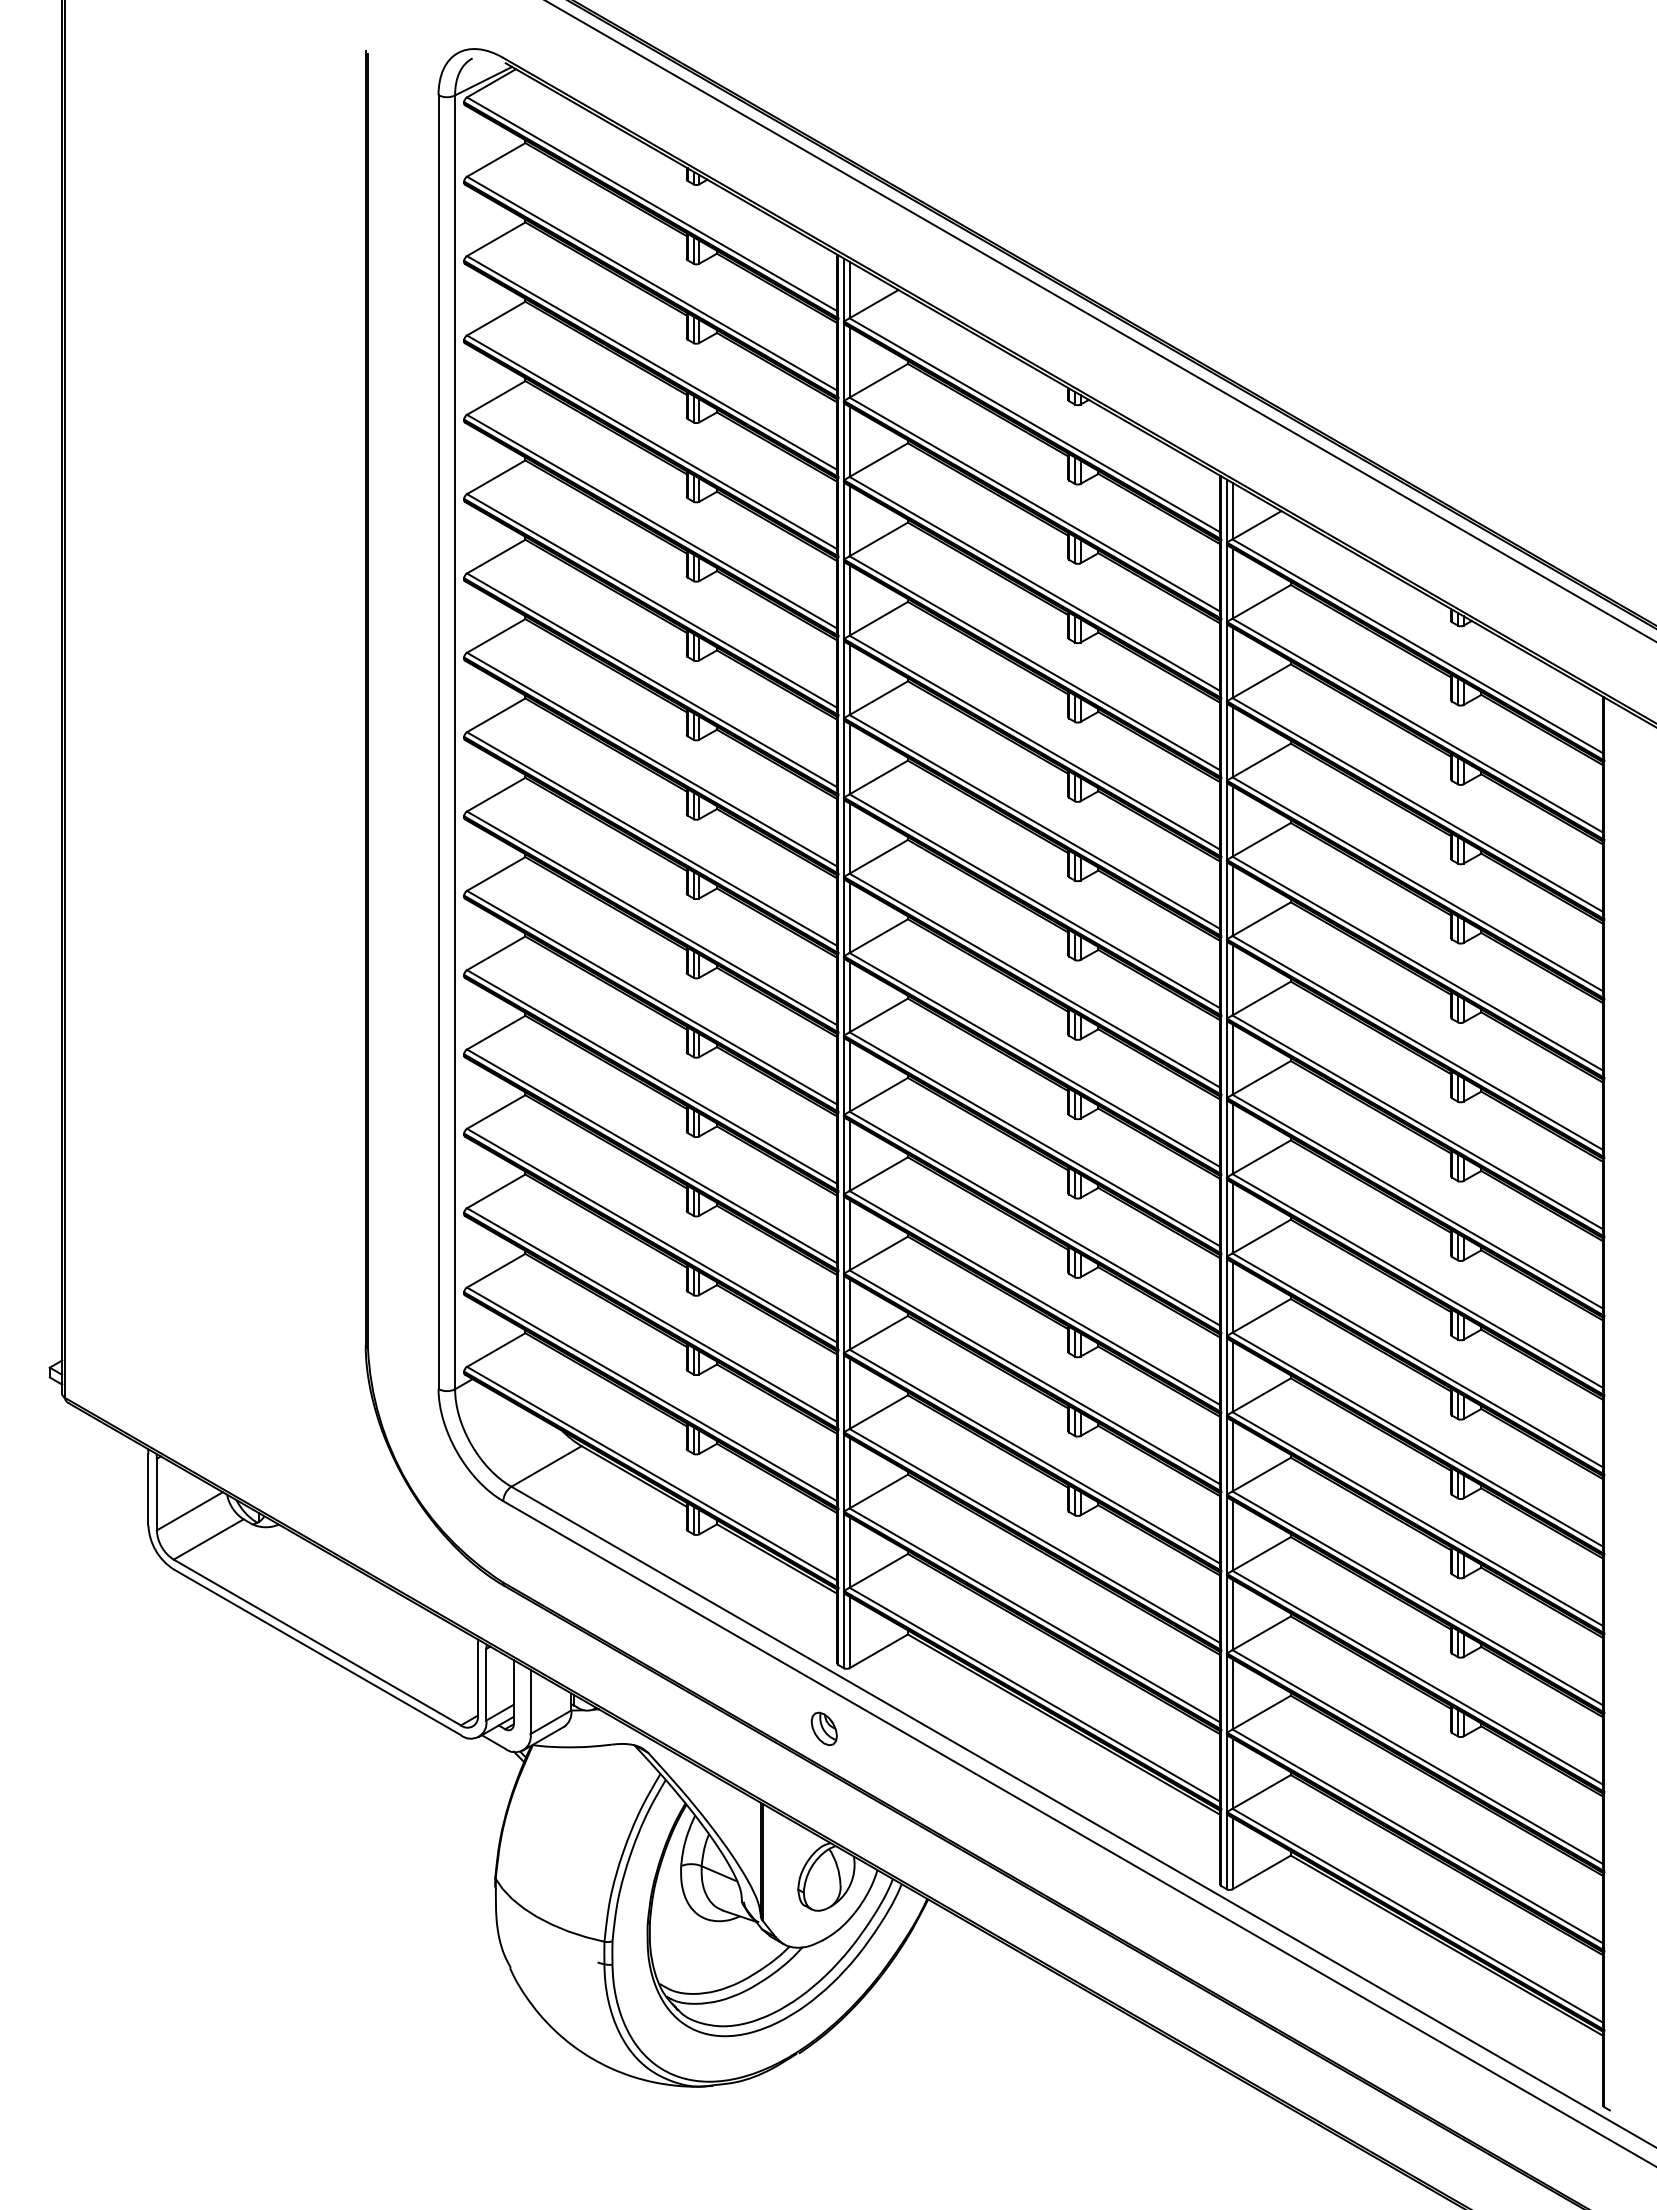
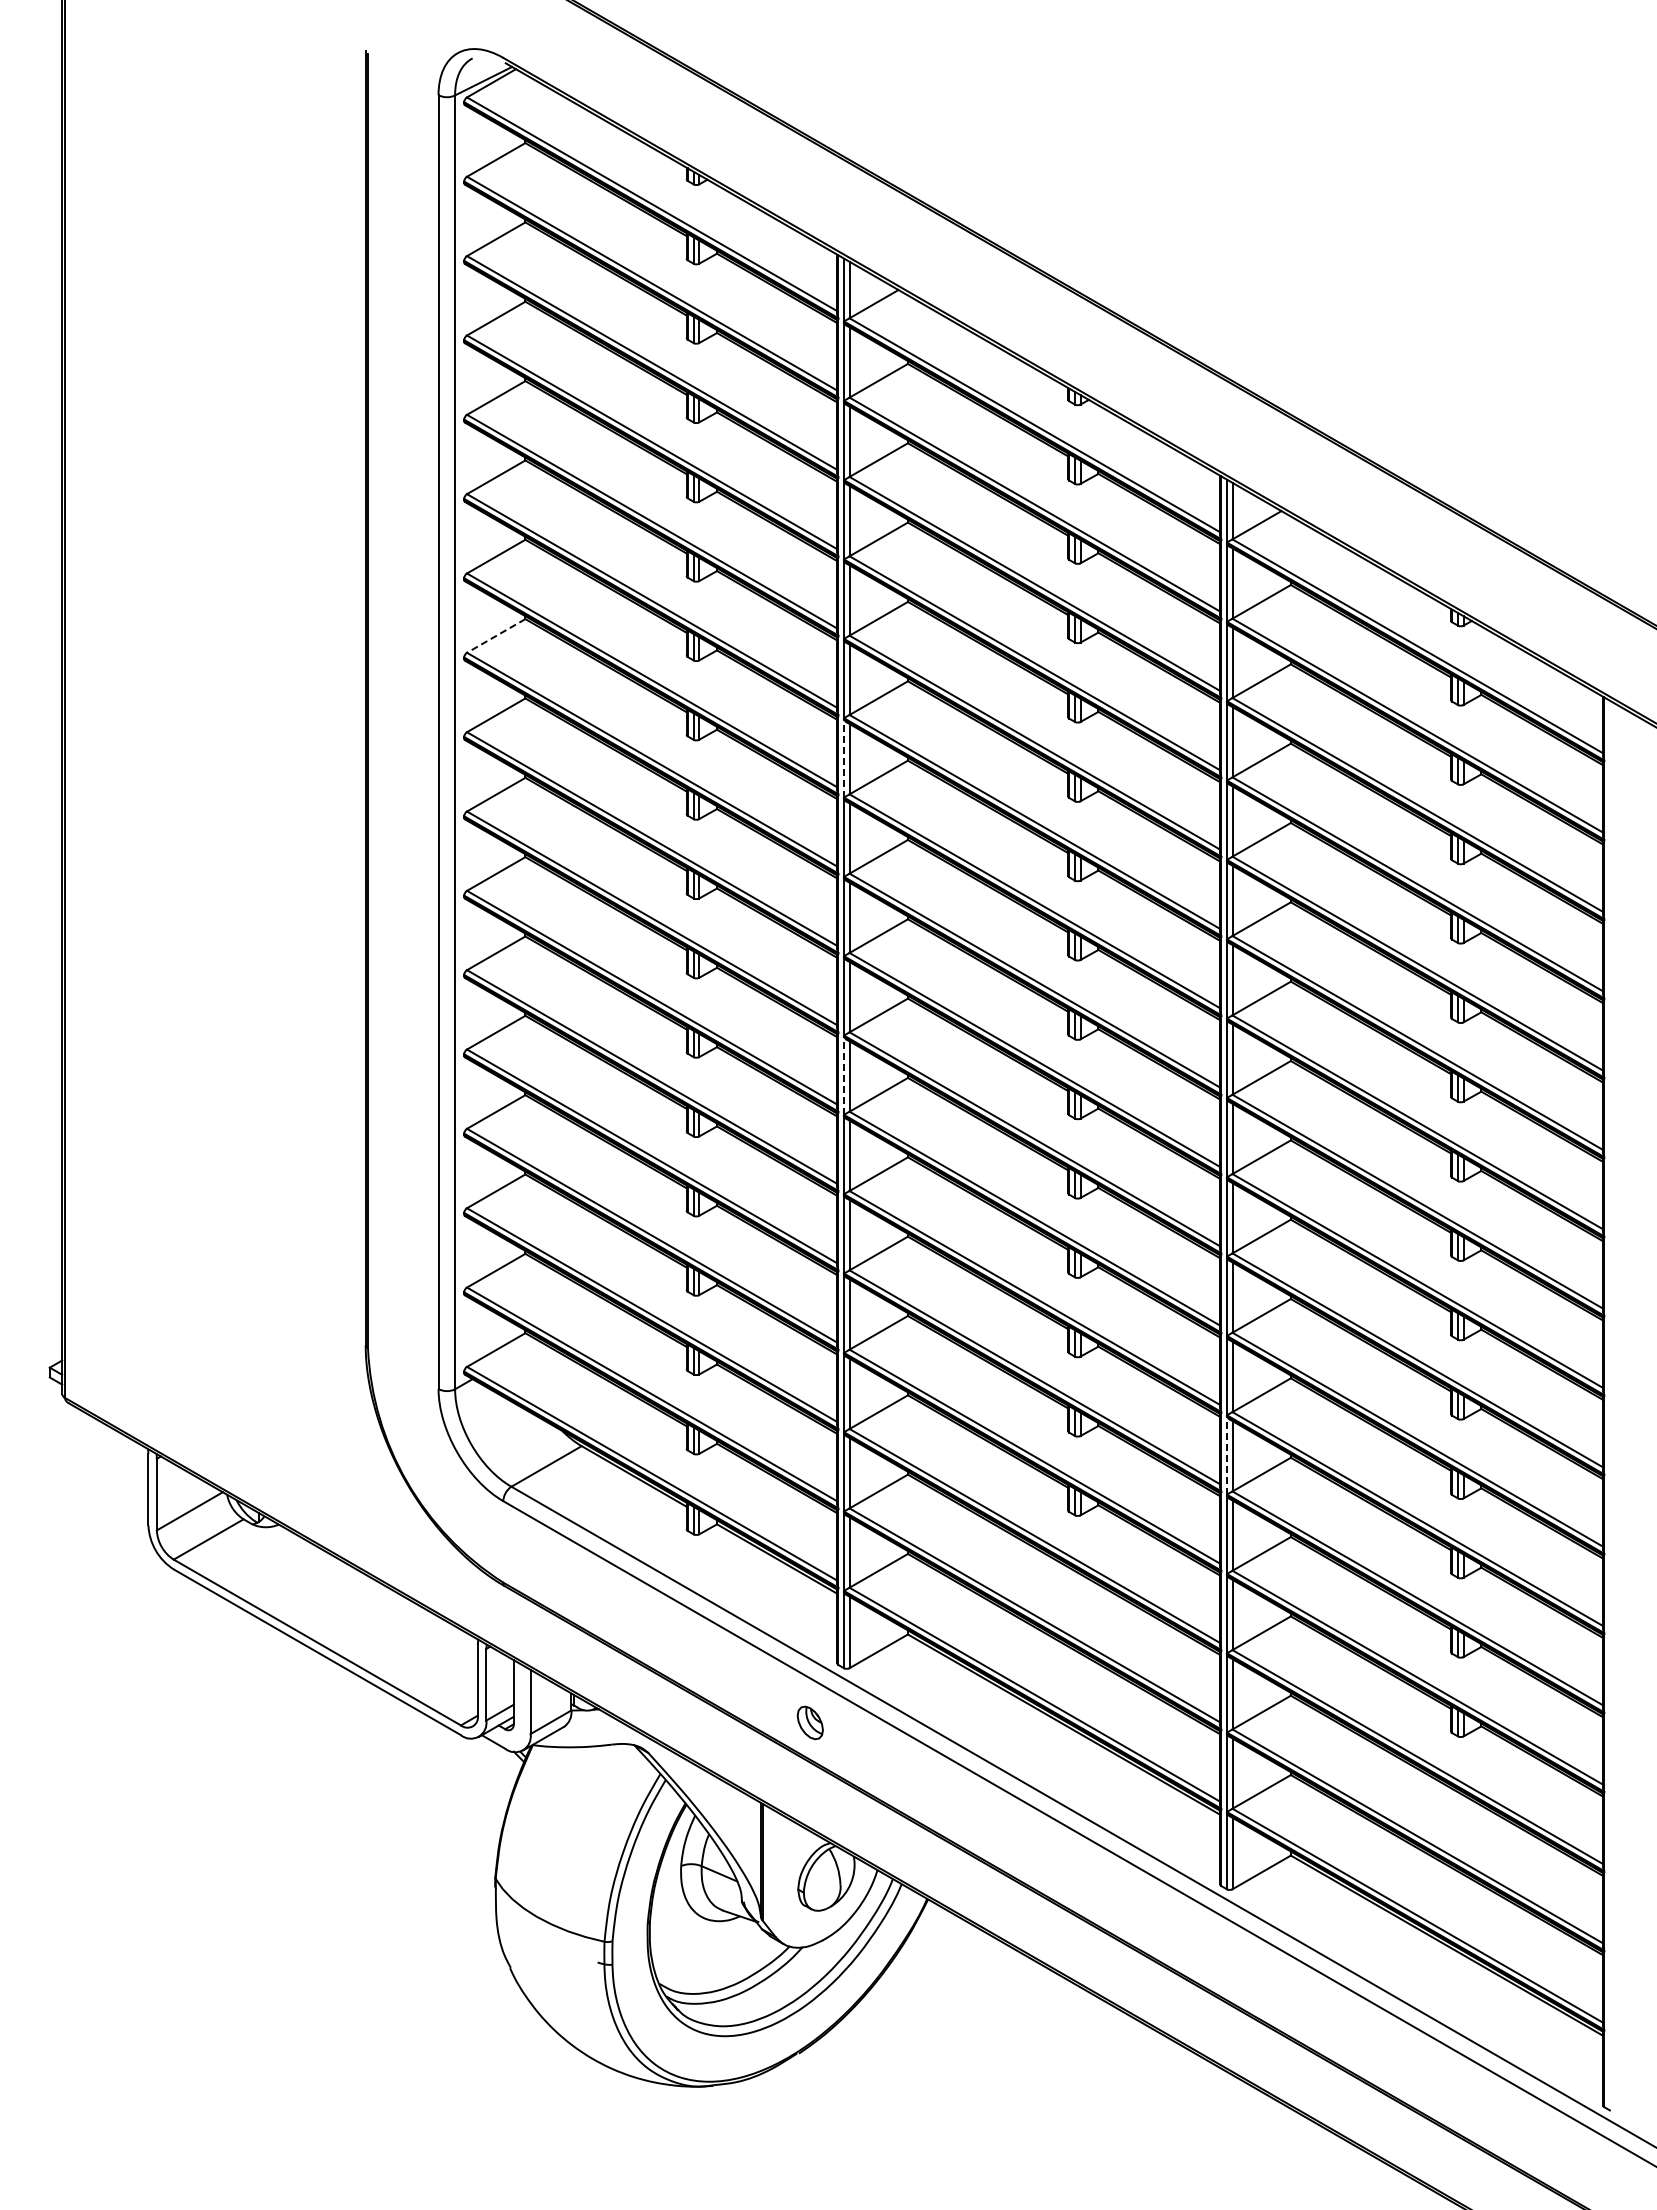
line at (1100, 321): present -> none
line at (496, 635): solid -> dashed
line at (844, 758): solid -> dashed
line at (844, 1075): solid -> dashed
line at (1227, 1455): solid -> dashed
part at (823, 1728) position: (823, 1728) -> (809, 1722)
